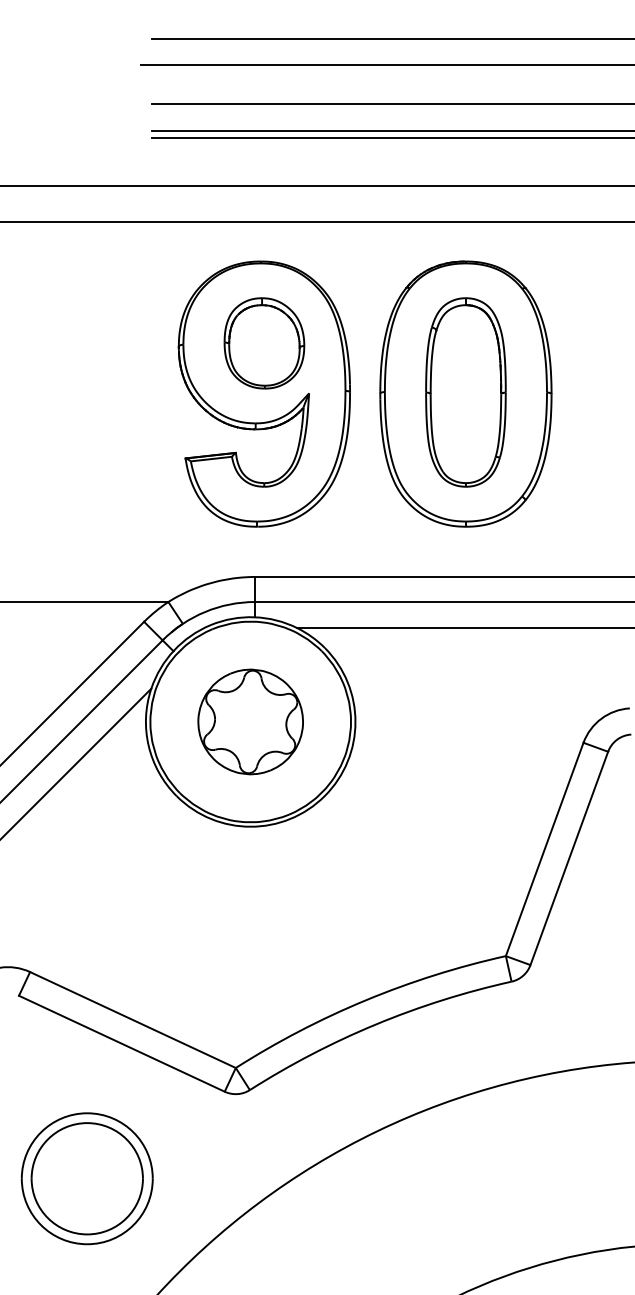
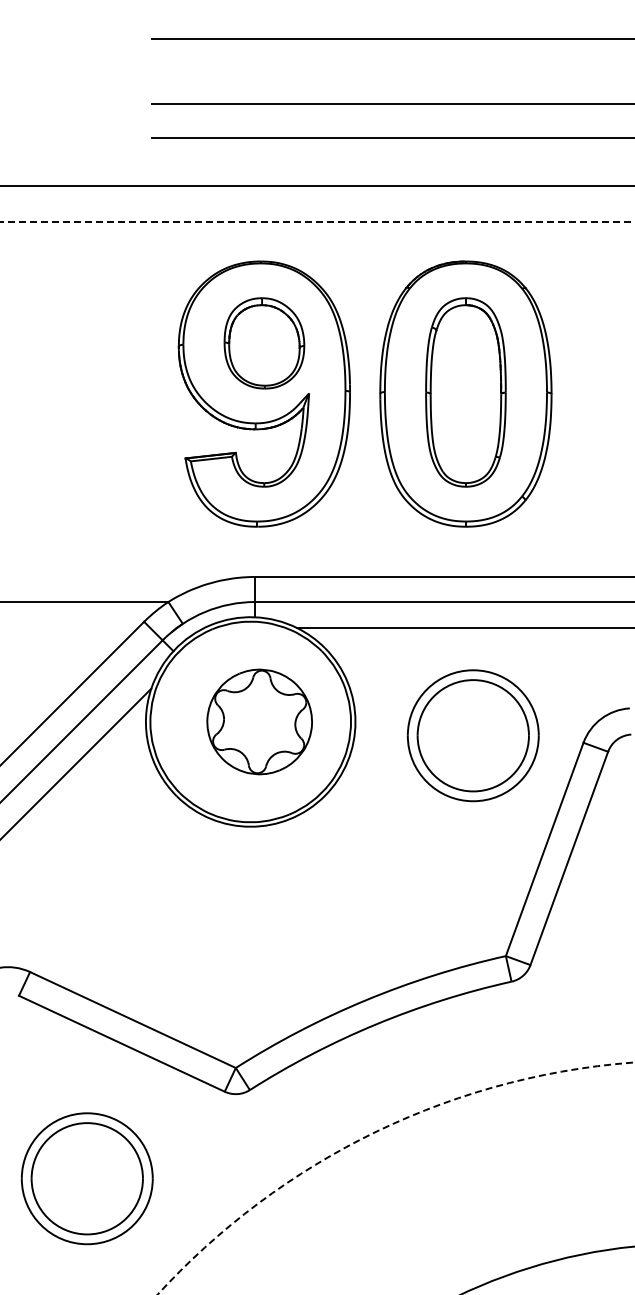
line at (386, 64): present -> none
line at (391, 130): present -> none
line at (317, 221): solid -> dashed
part at (250, 721) position: (250, 721) -> (259, 721)
part at (472, 735): none -> present
arc at (372, 1133): solid -> dashed
